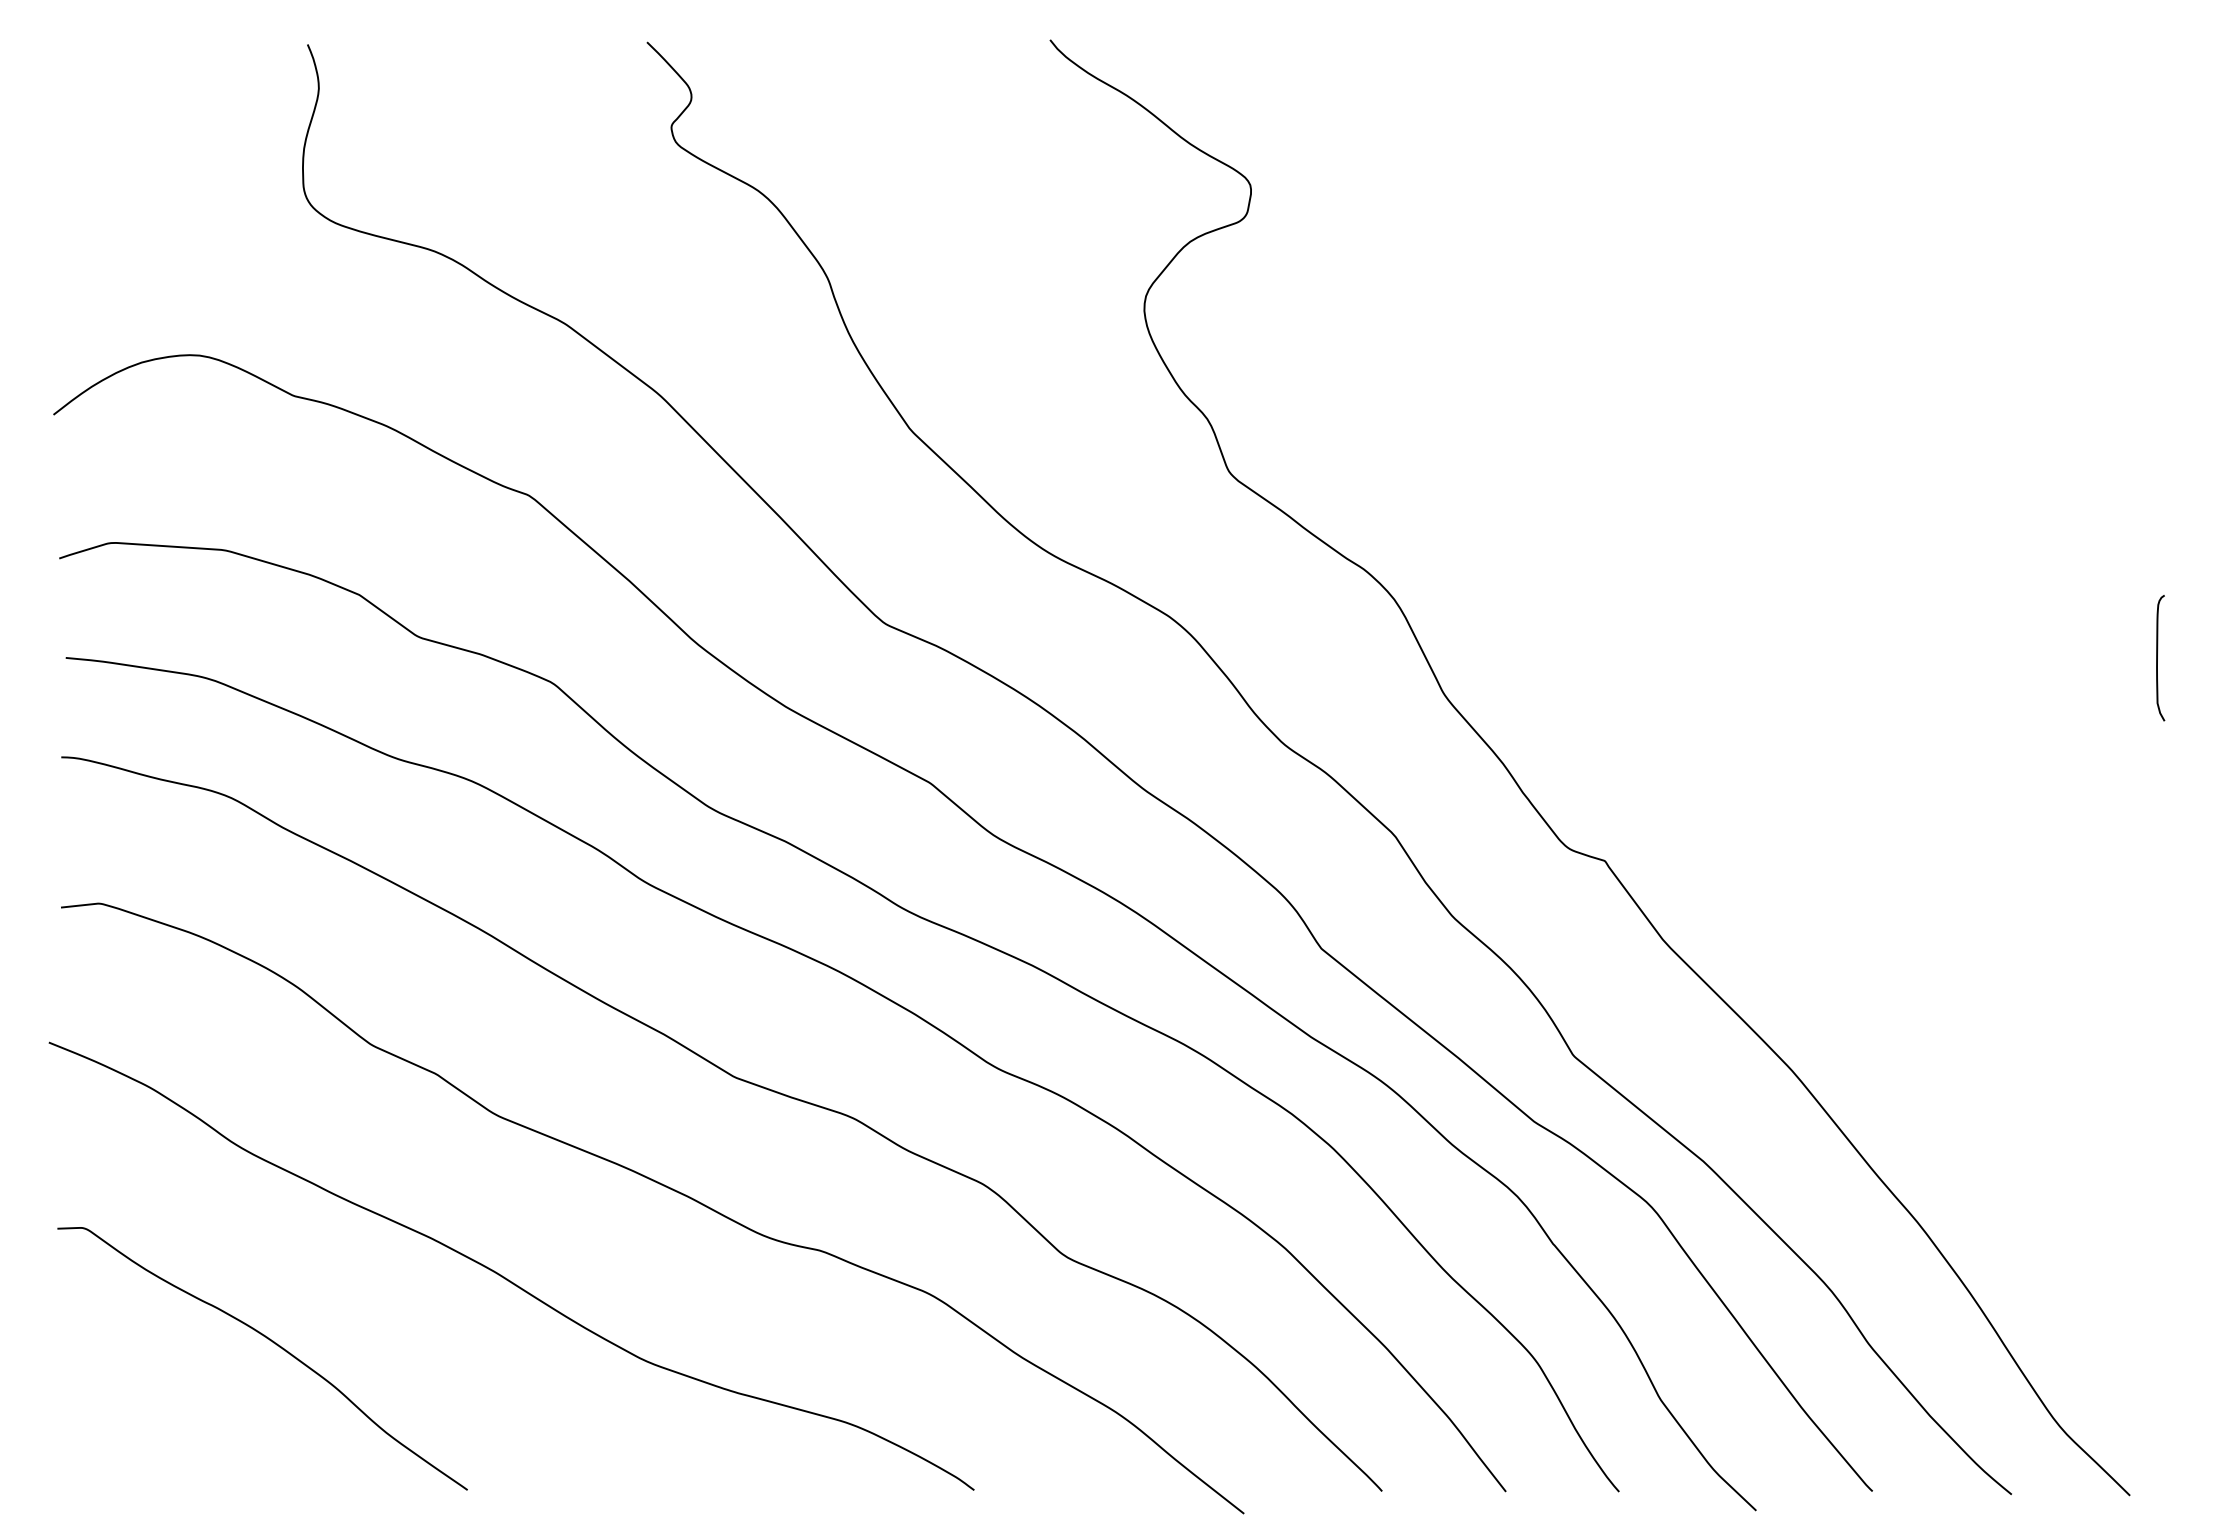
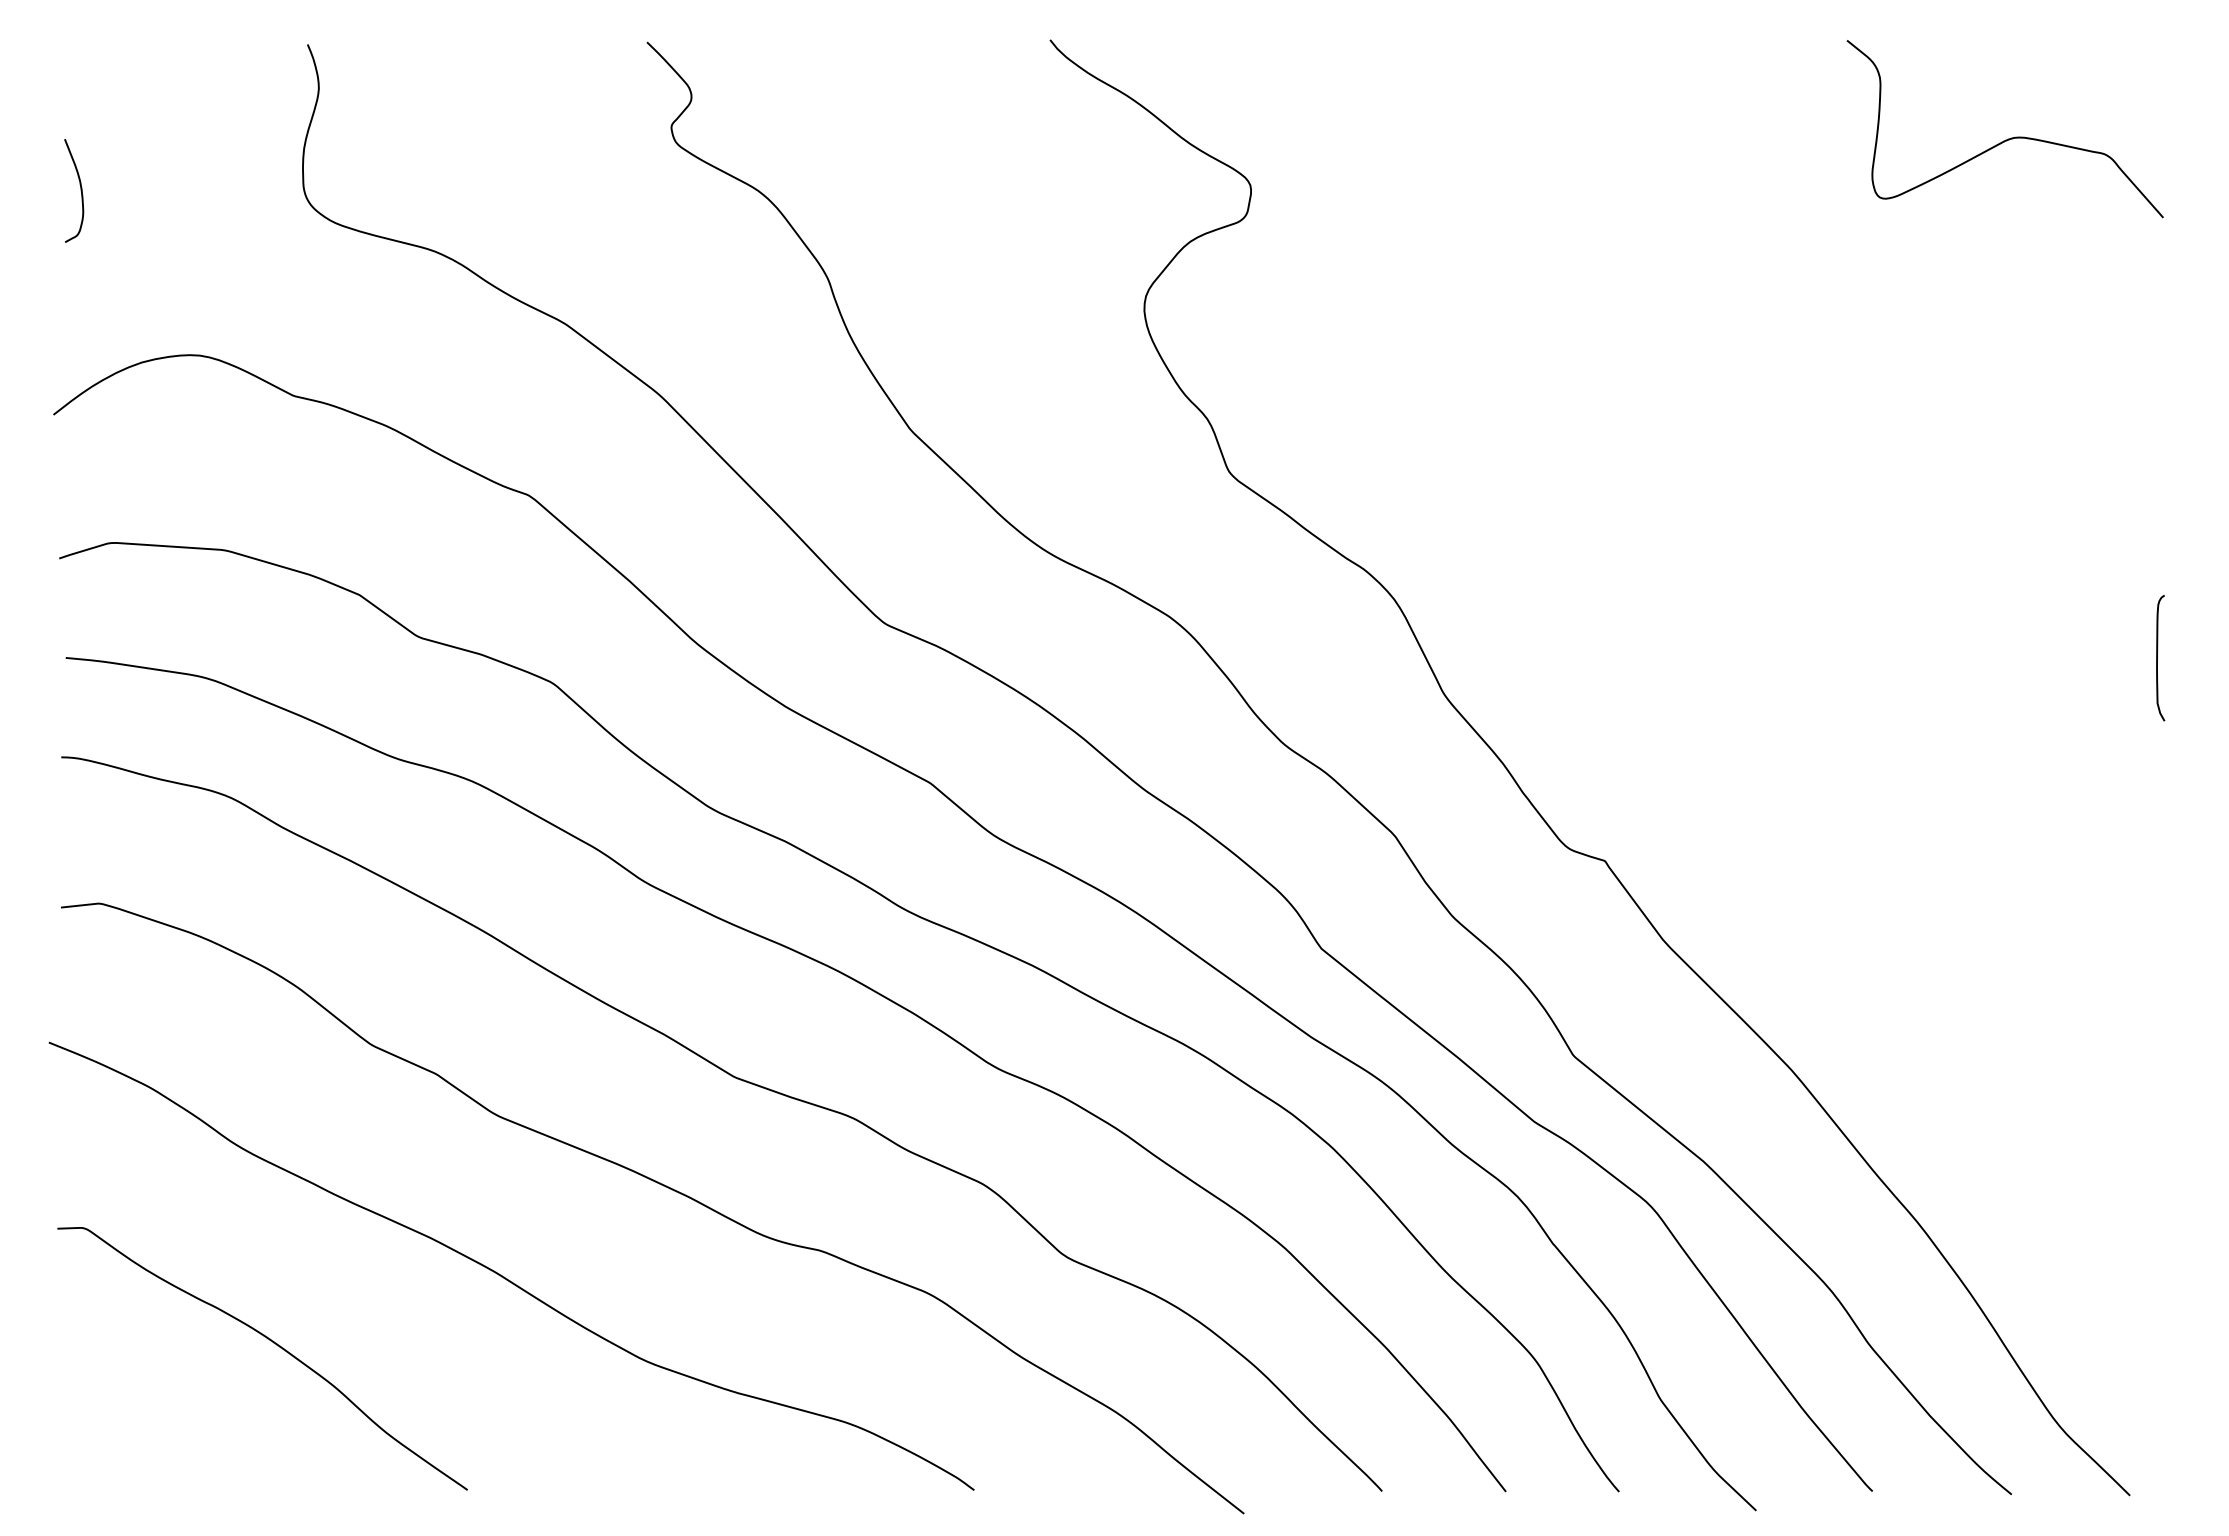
curve at (2008, 138): none -> present
curve at (80, 190): none -> present
